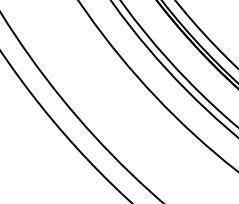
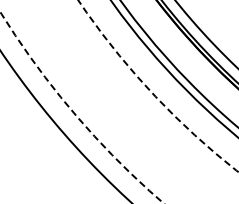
arc at (151, 92): solid -> dashed
arc at (74, 113): solid -> dashed
